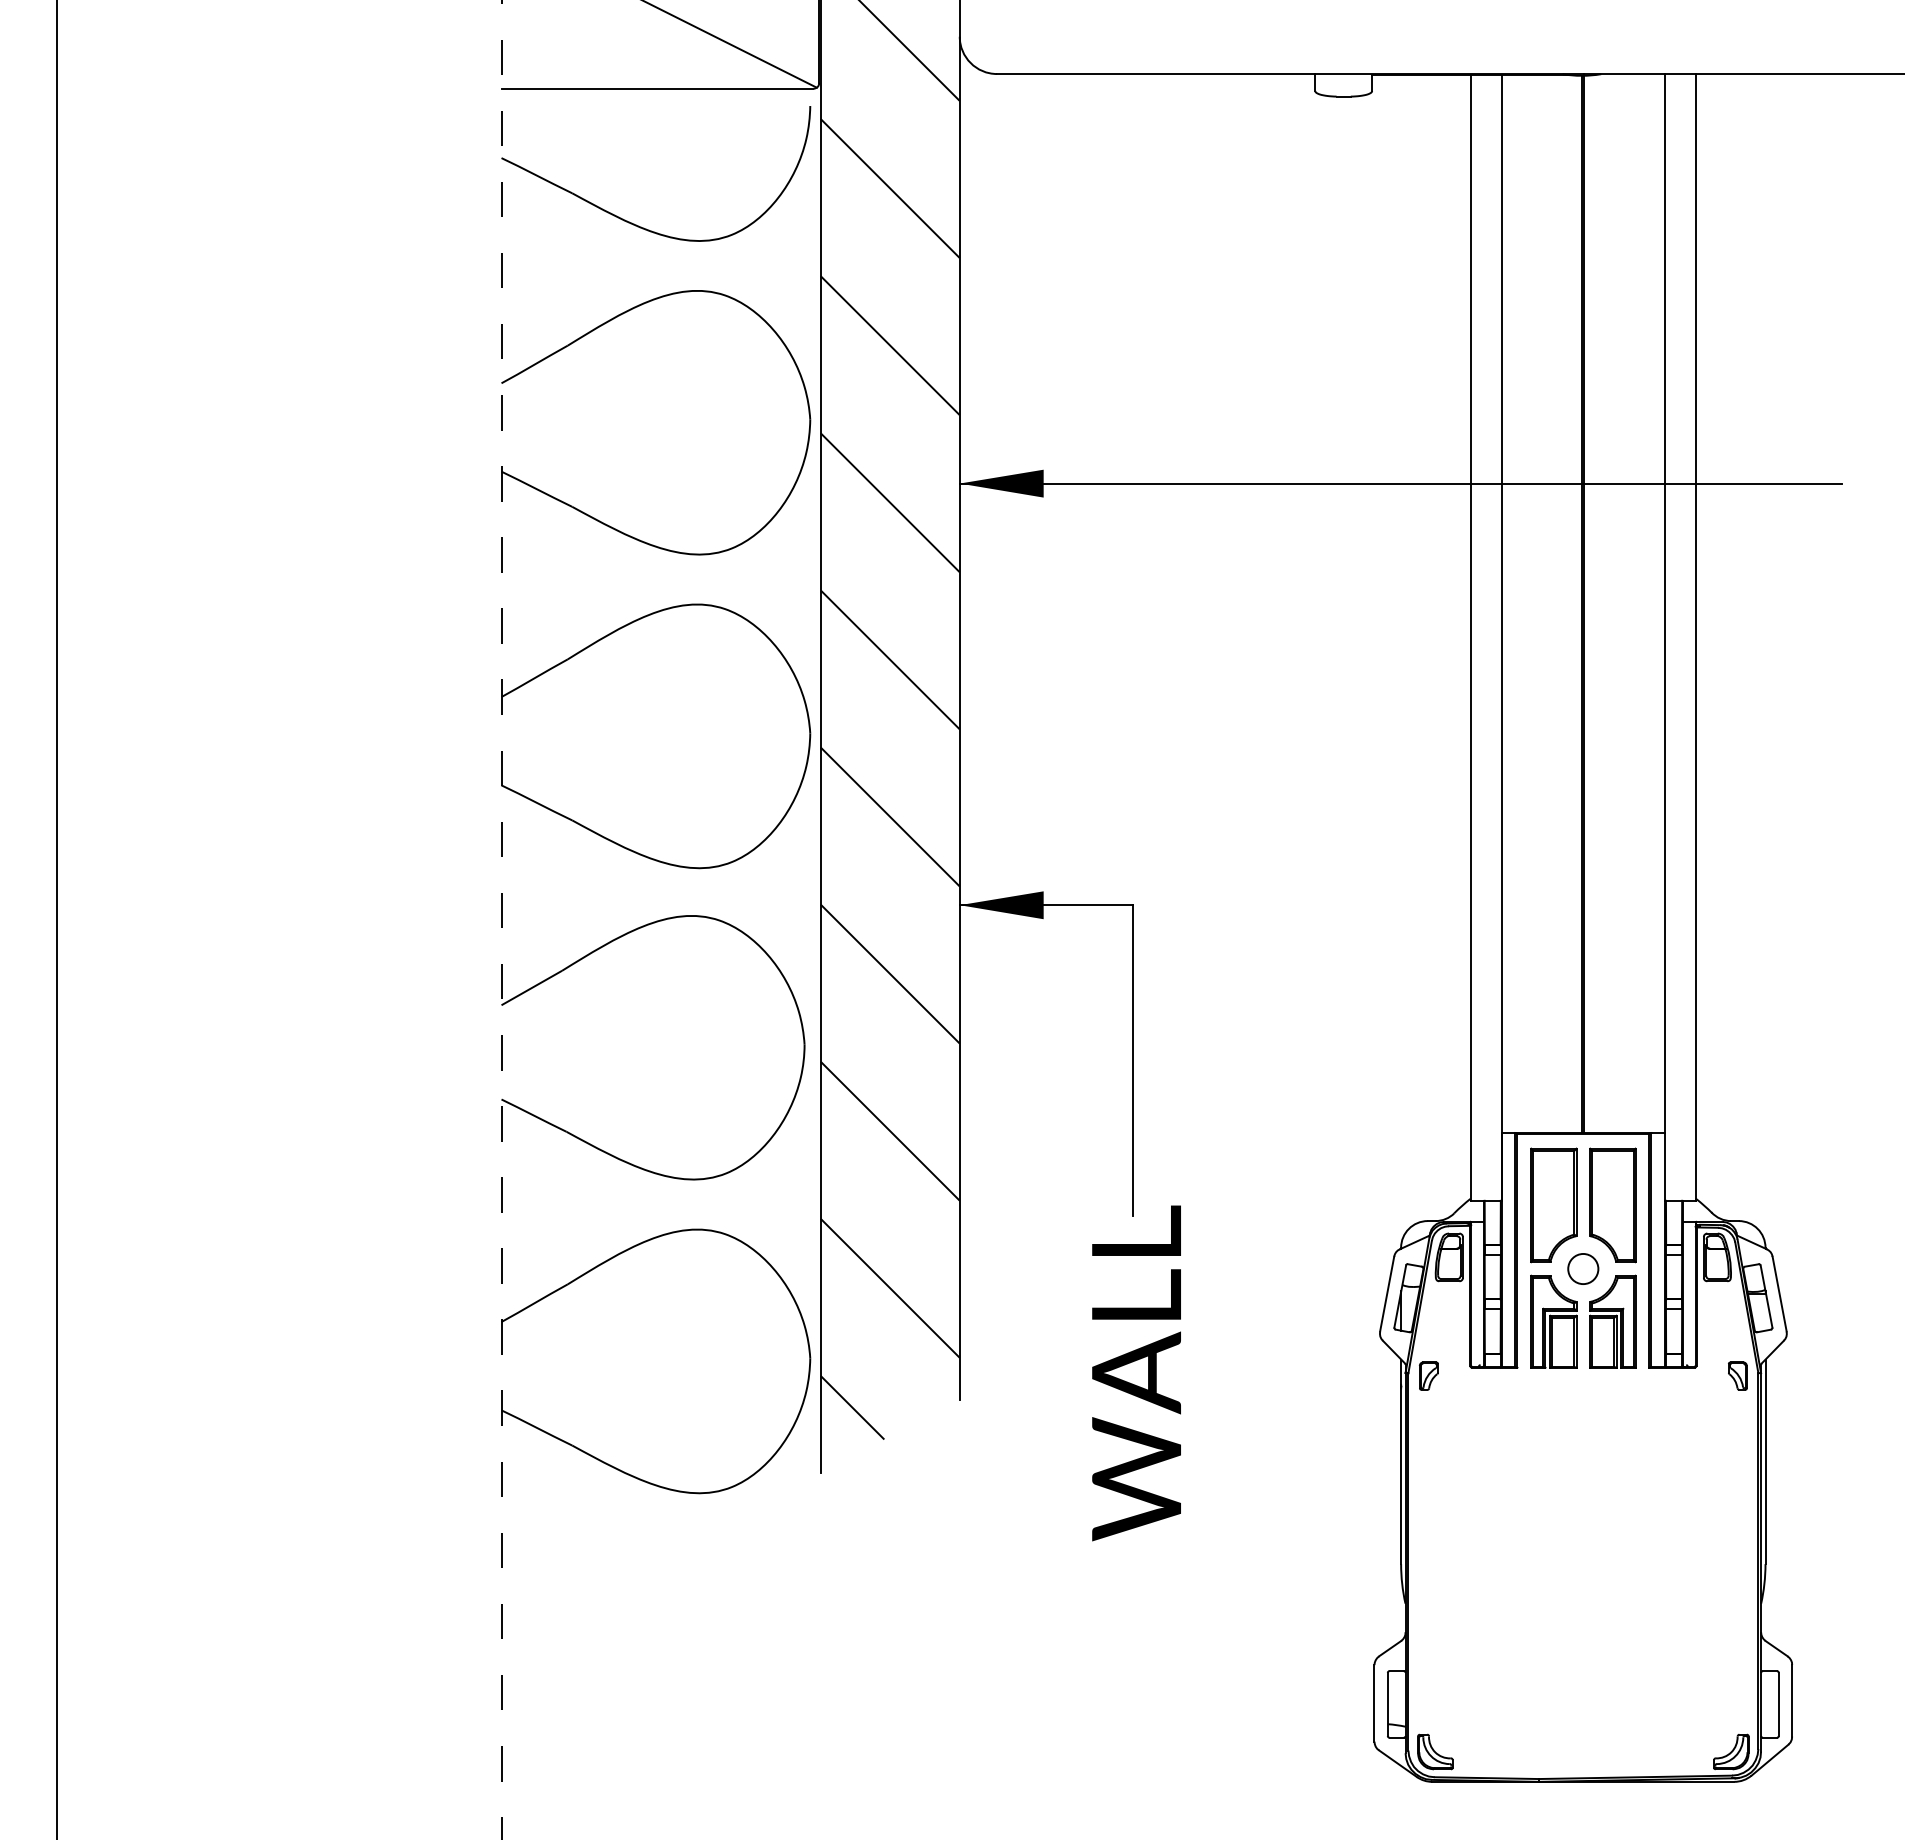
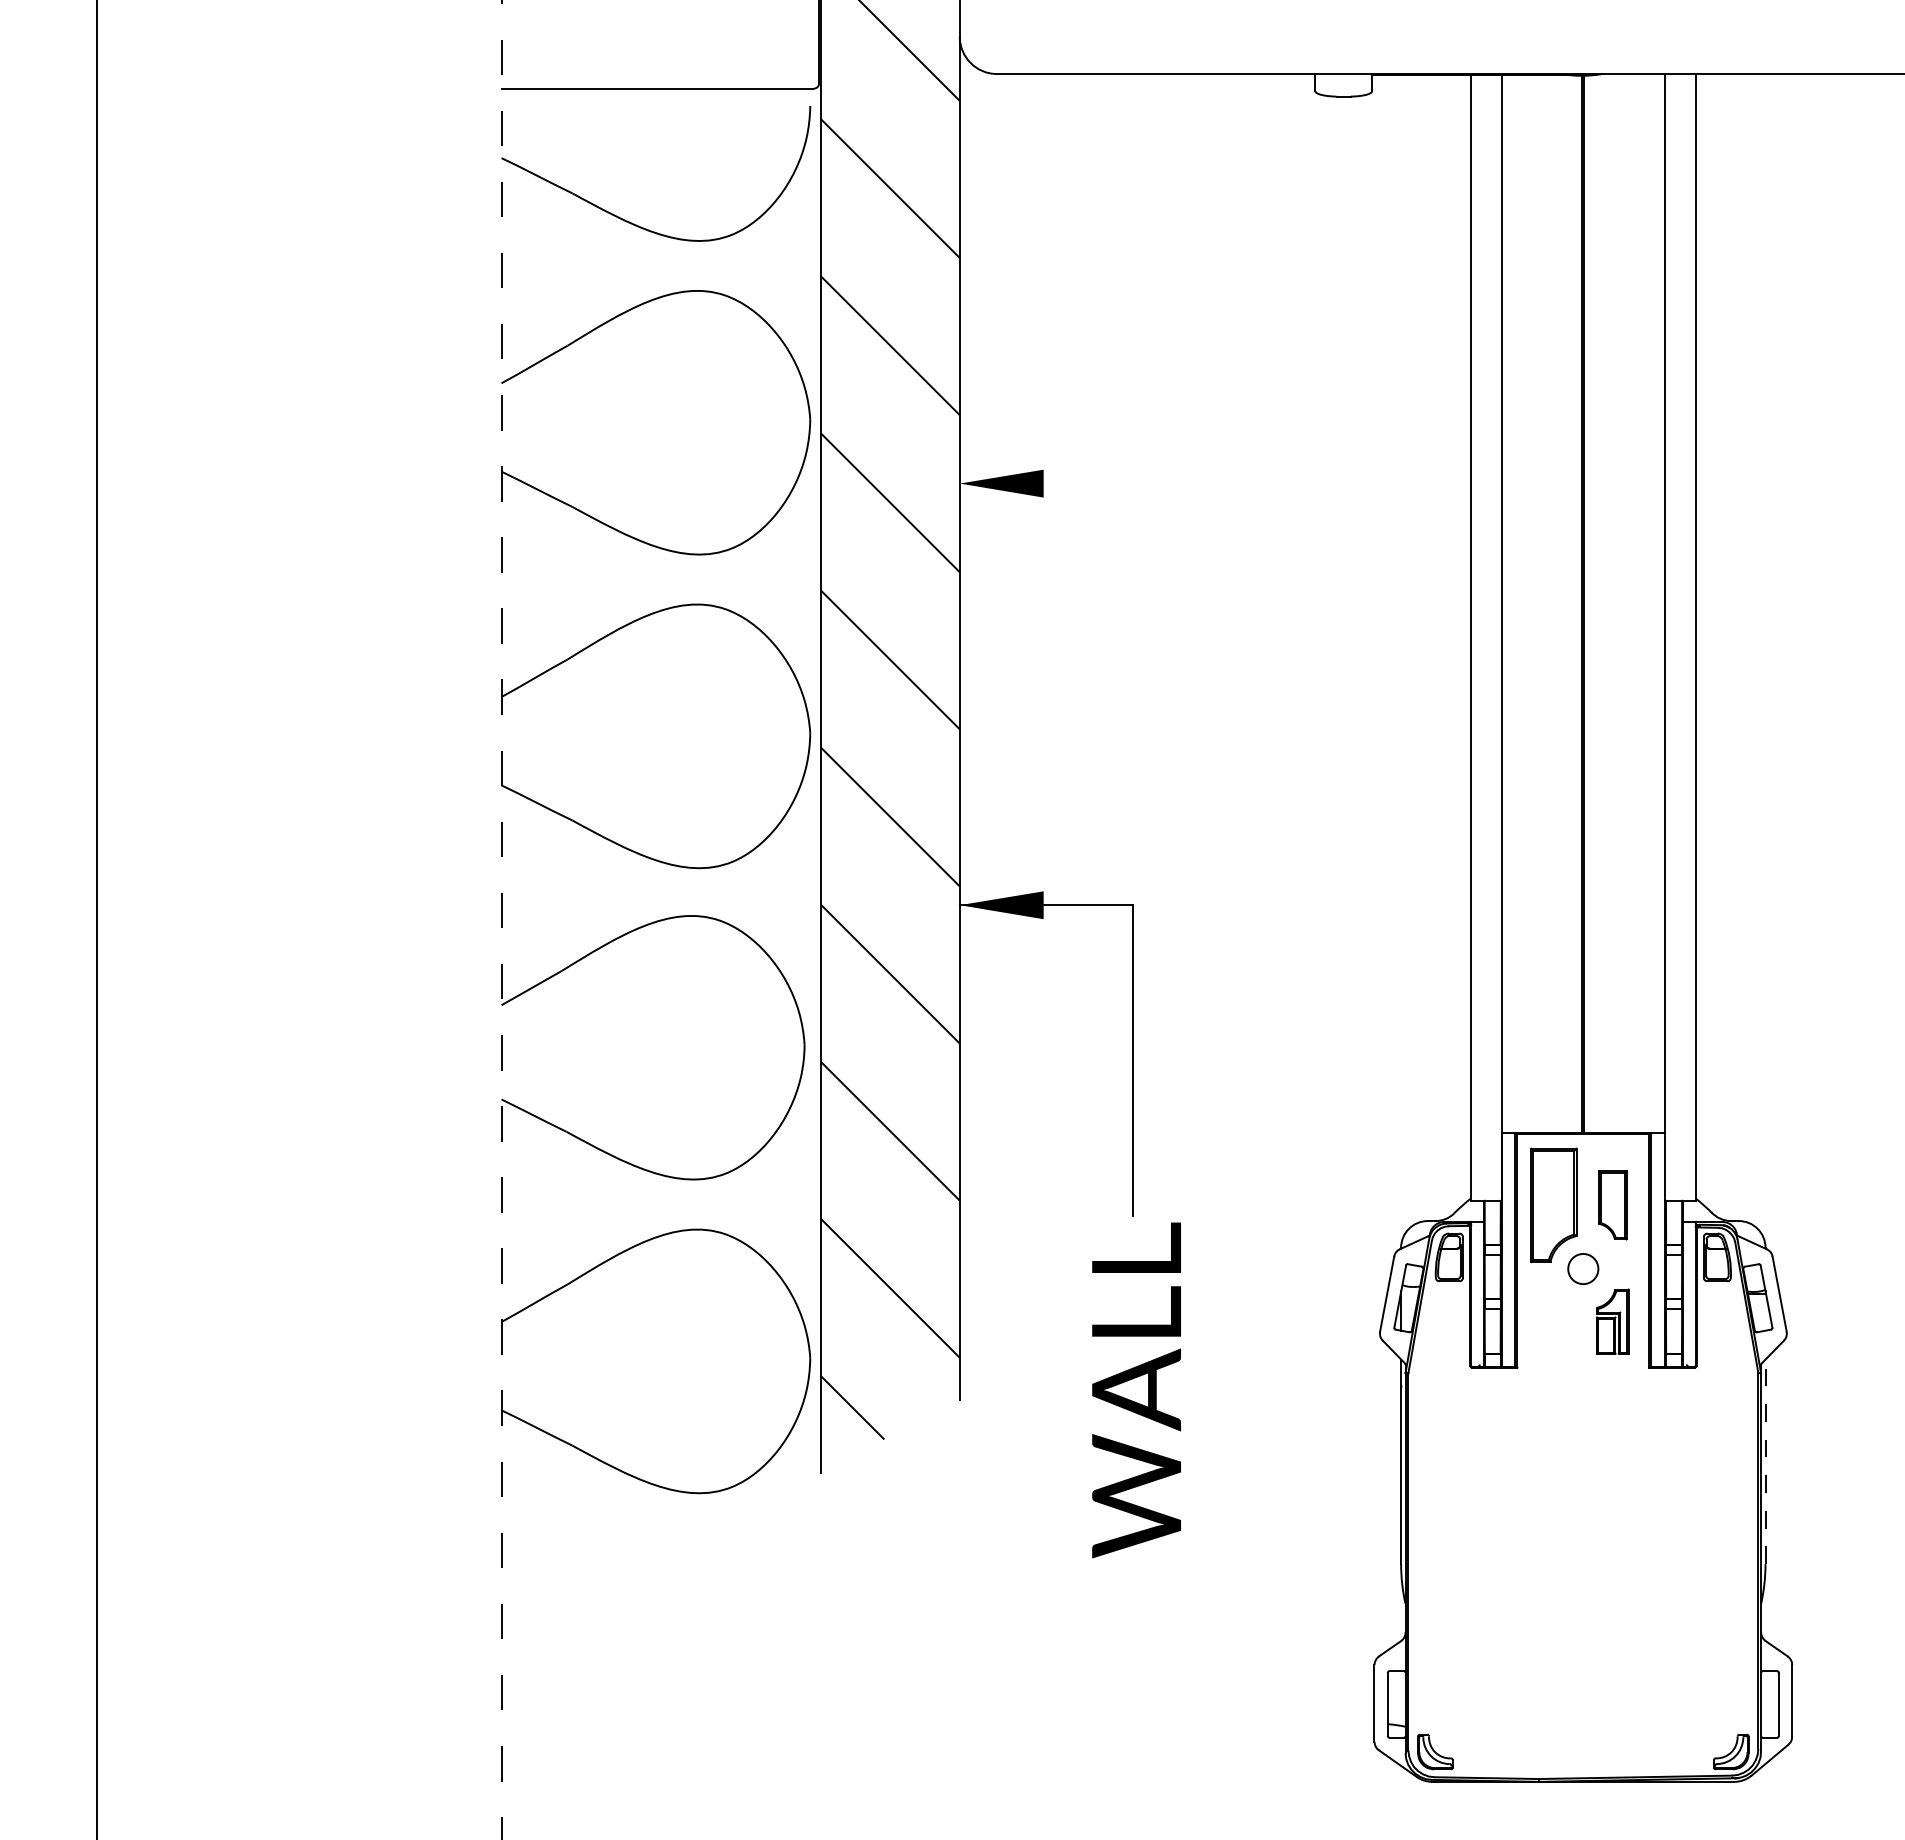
line at (730, 44): present -> none
line at (1400, 483): present -> none
line at (57, 919) position: (57, 919) -> (97, 919)
part at (1612, 1205) size: 48x117 px -> 30x71 px
part at (1553, 1321): present -> none
part at (1612, 1321) size: 48x95 px -> 34x67 px
text at (1136, 1373) position: (1136, 1373) -> (1136, 1390)
part at (1428, 1375): present -> none
part at (1737, 1375): present -> none
line at (1765, 1461): solid -> dashed
